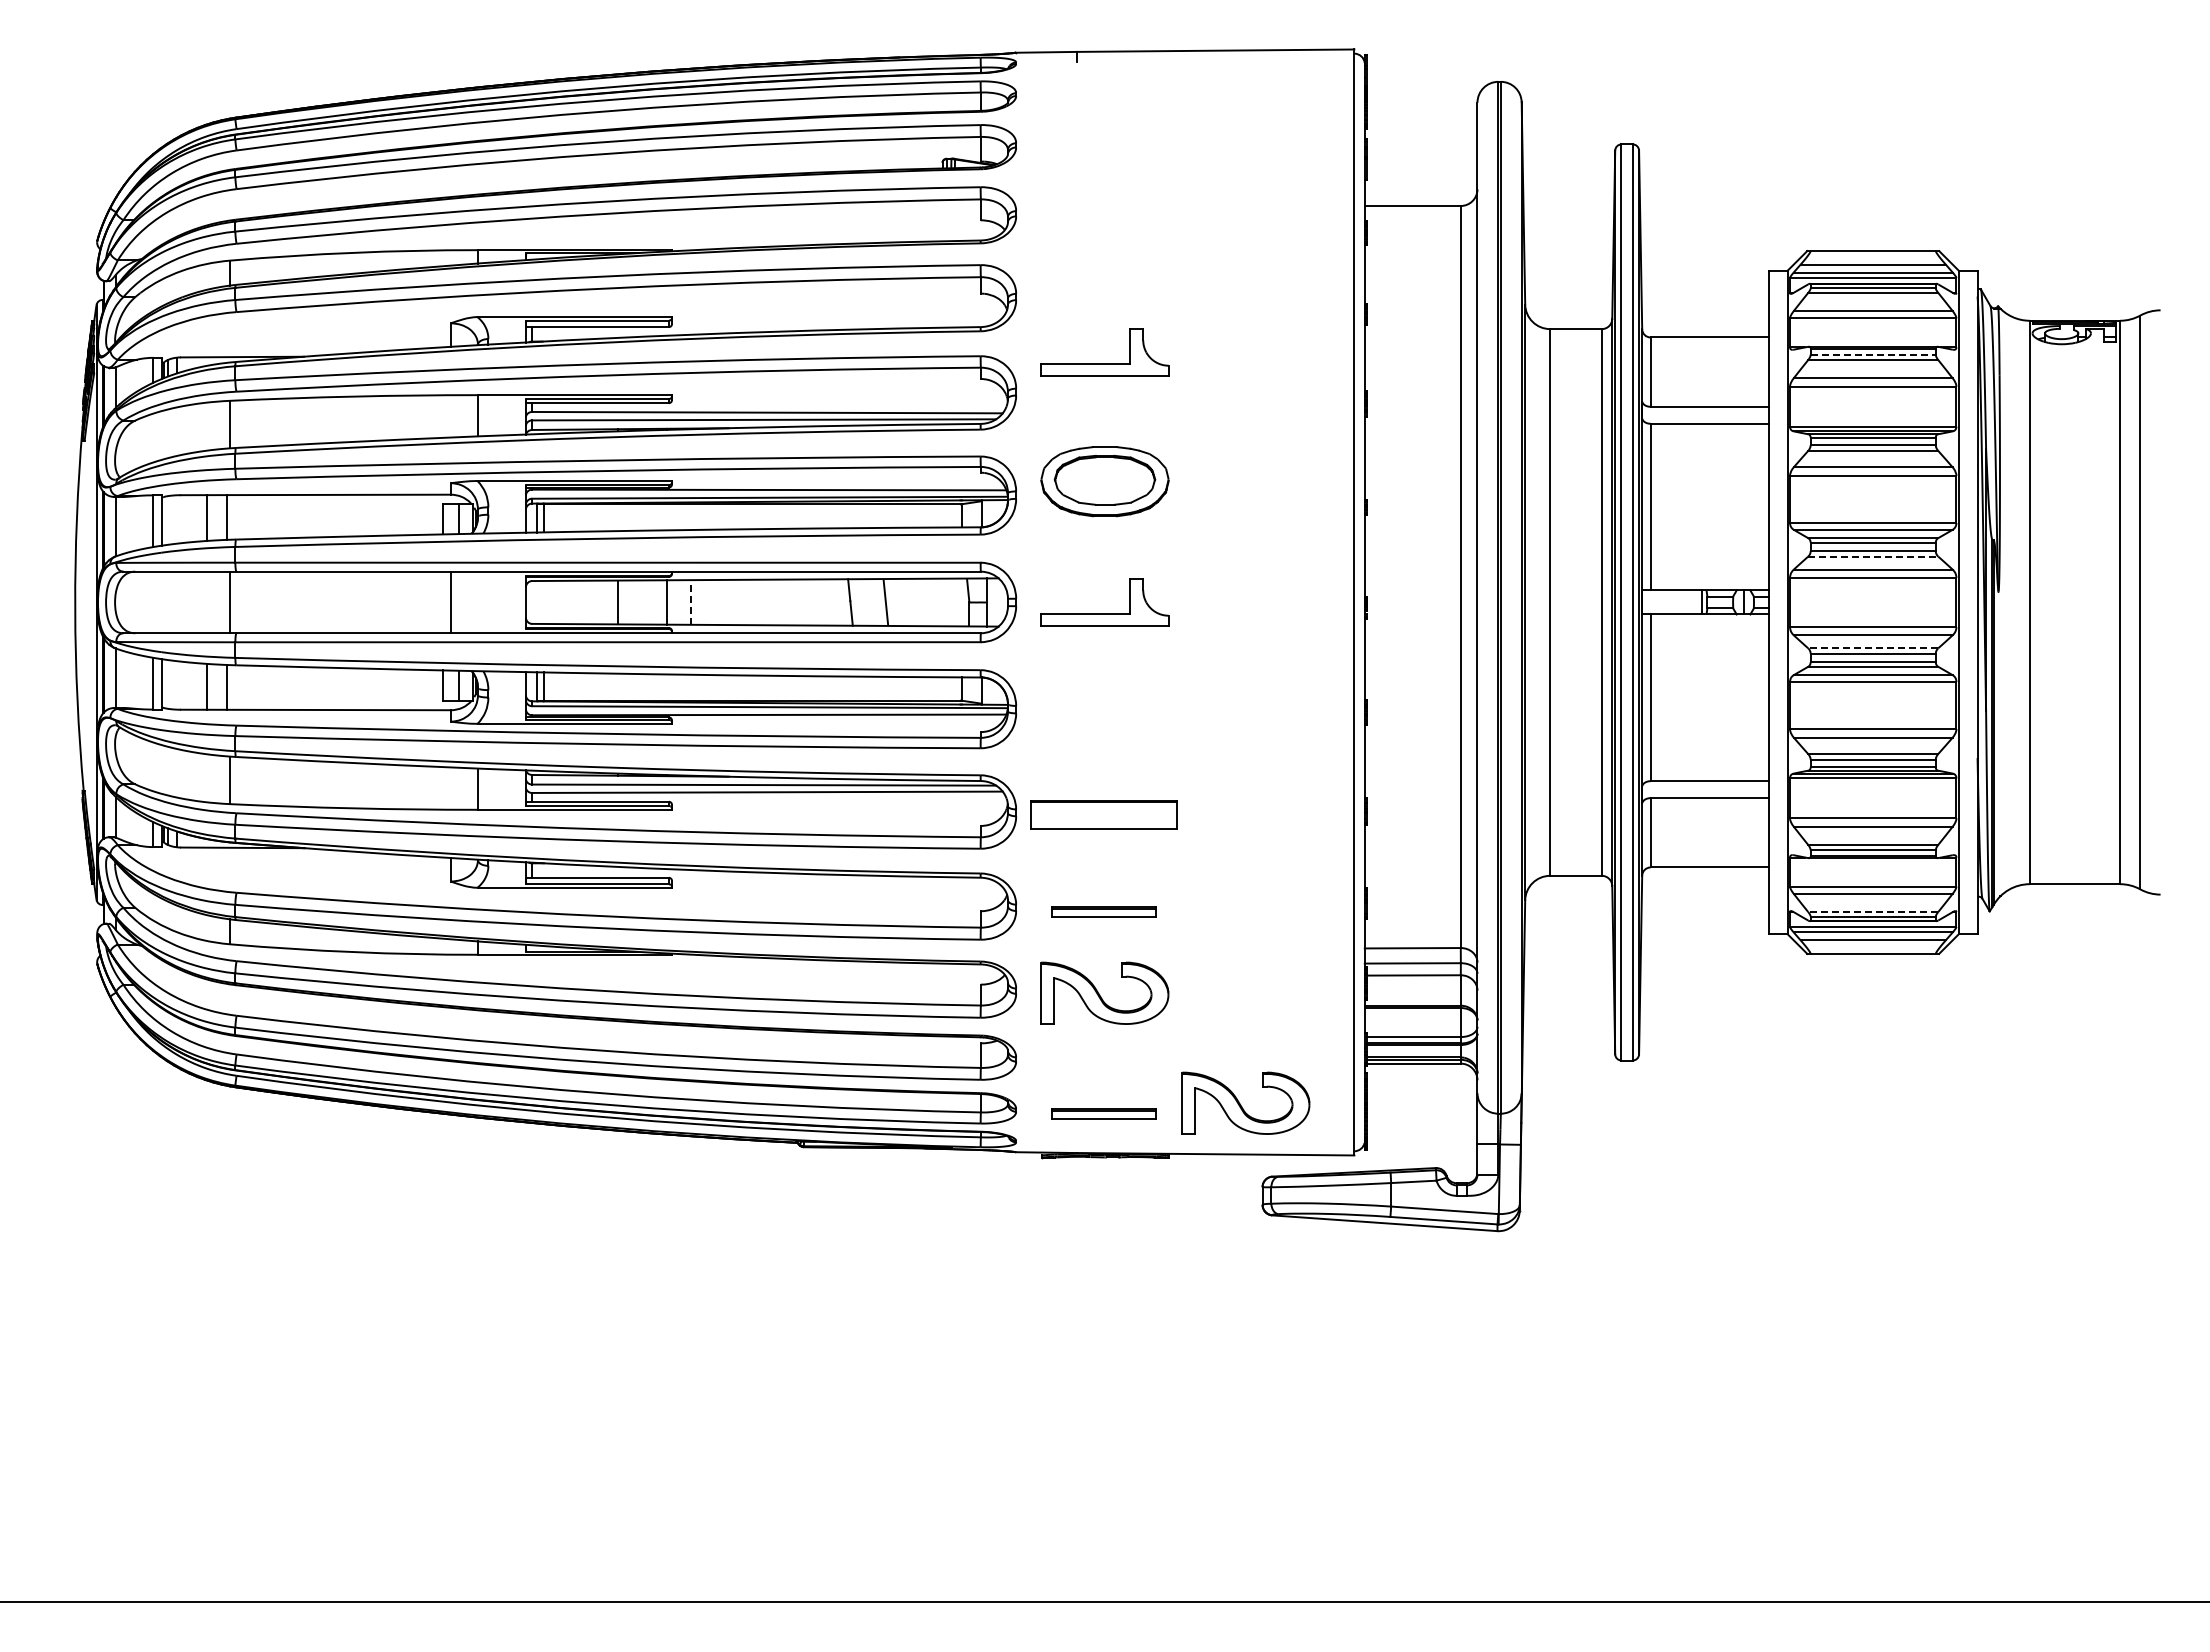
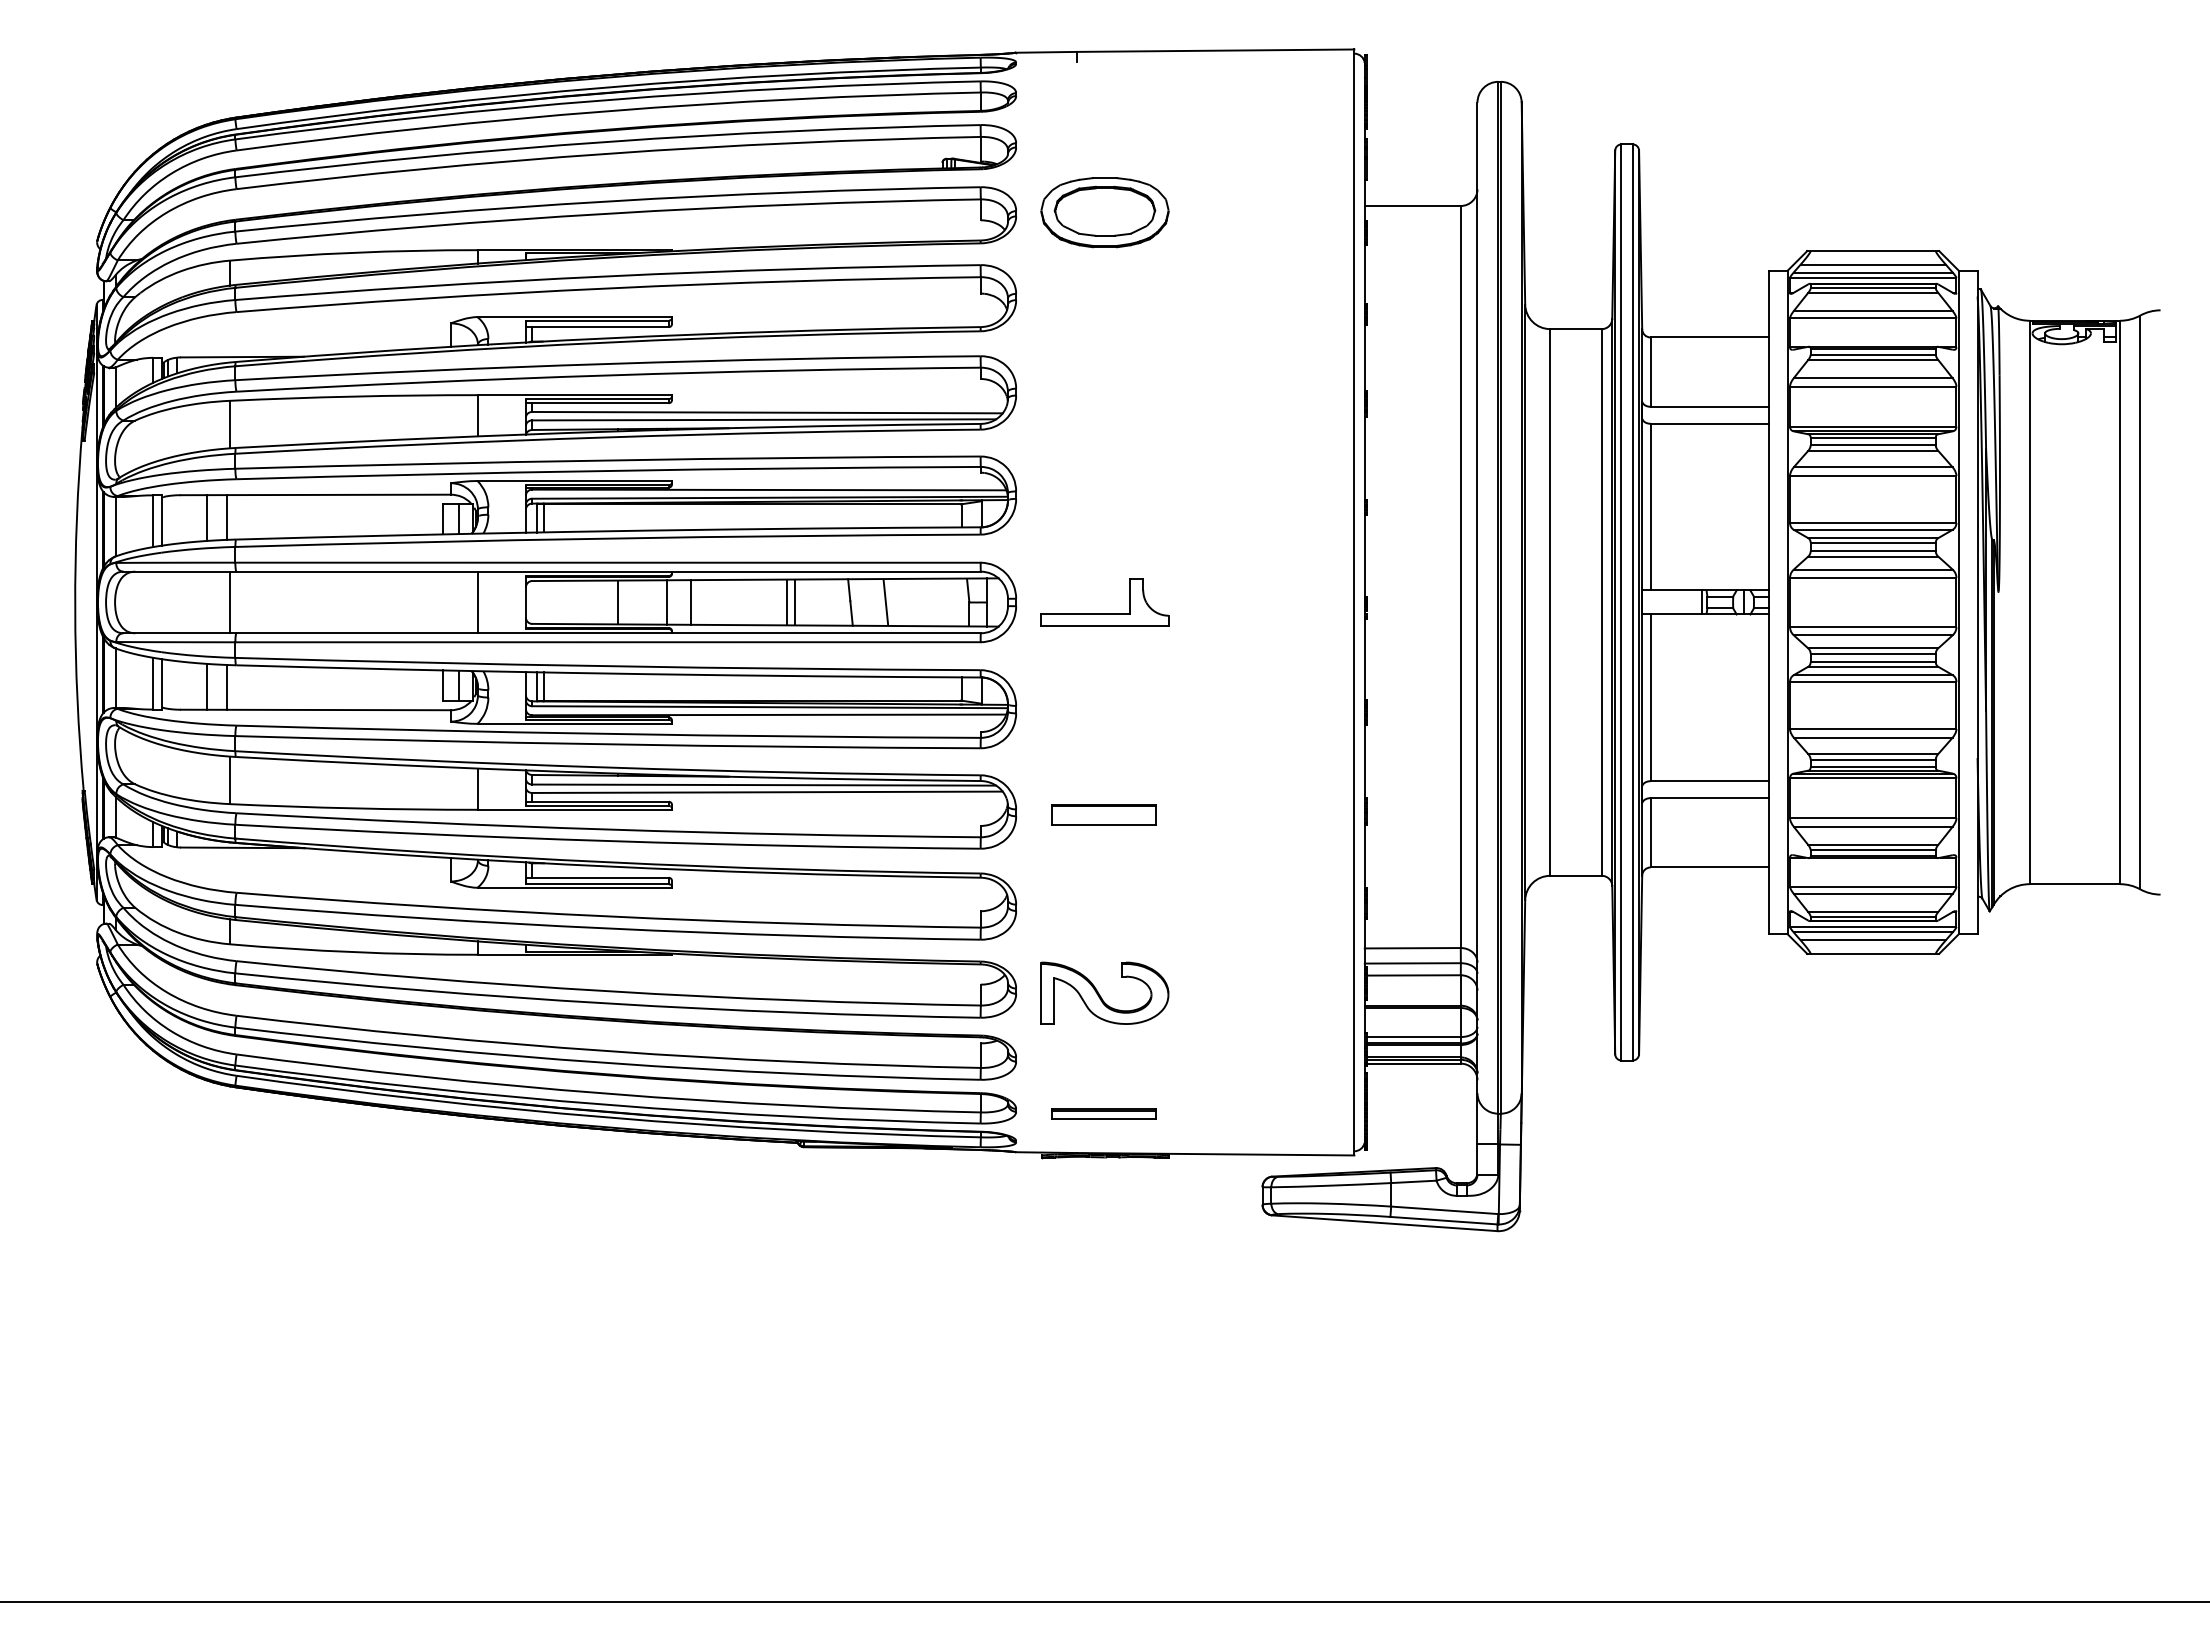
line at (1873, 354): dashed -> solid
part at (1104, 363): present -> none
part at (1104, 481) position: (1104, 481) -> (1104, 212)
line at (1873, 556): dashed -> solid
line at (690, 601): dashed -> solid
line at (450, 602) position: (450, 602) -> (477, 602)
line at (786, 602): none -> present
line at (795, 602): none -> present
line at (1872, 648): dashed -> solid
part at (1103, 814) size: 148x30 px -> 106x22 px
part at (1103, 911): present -> none
line at (1872, 911): dashed -> solid
part at (1245, 1102): present -> none
